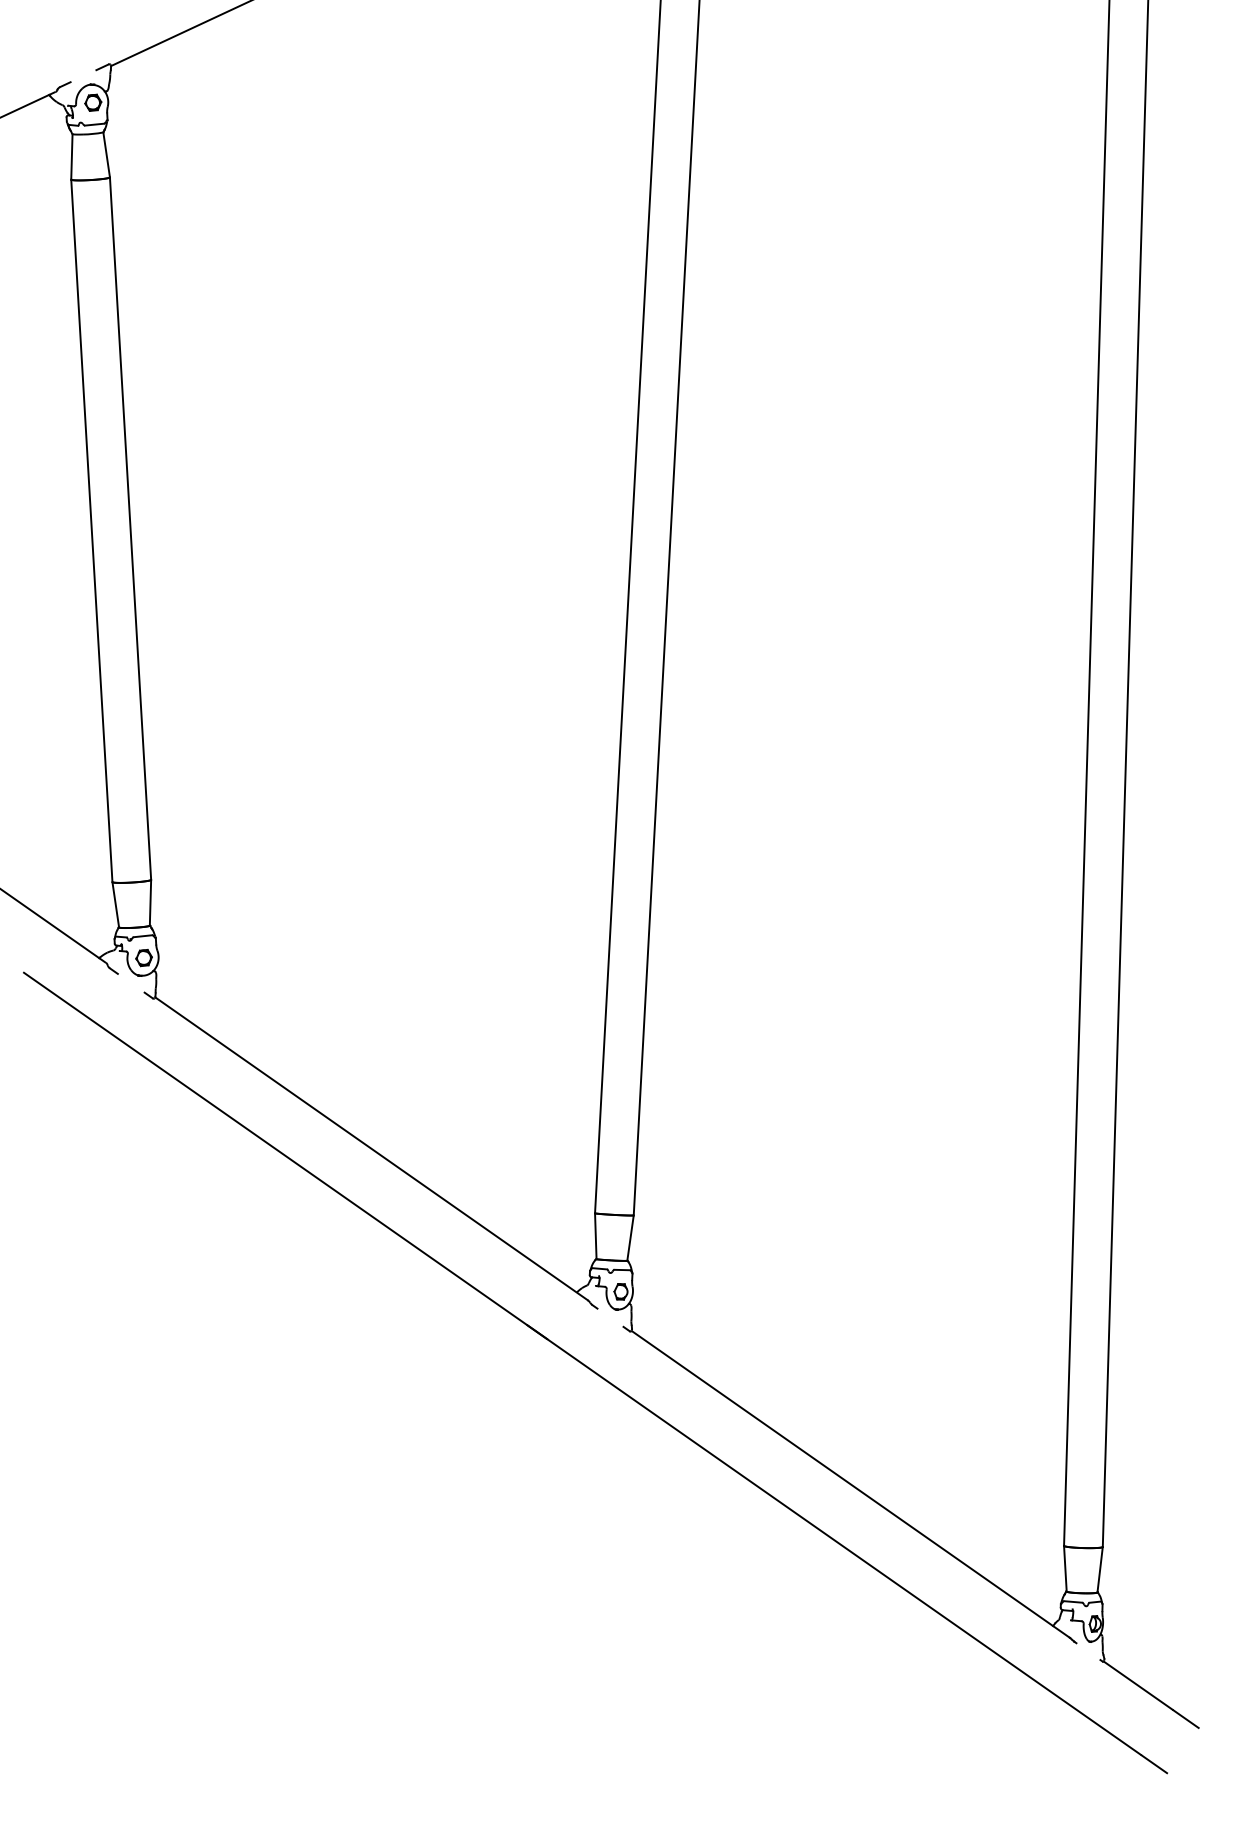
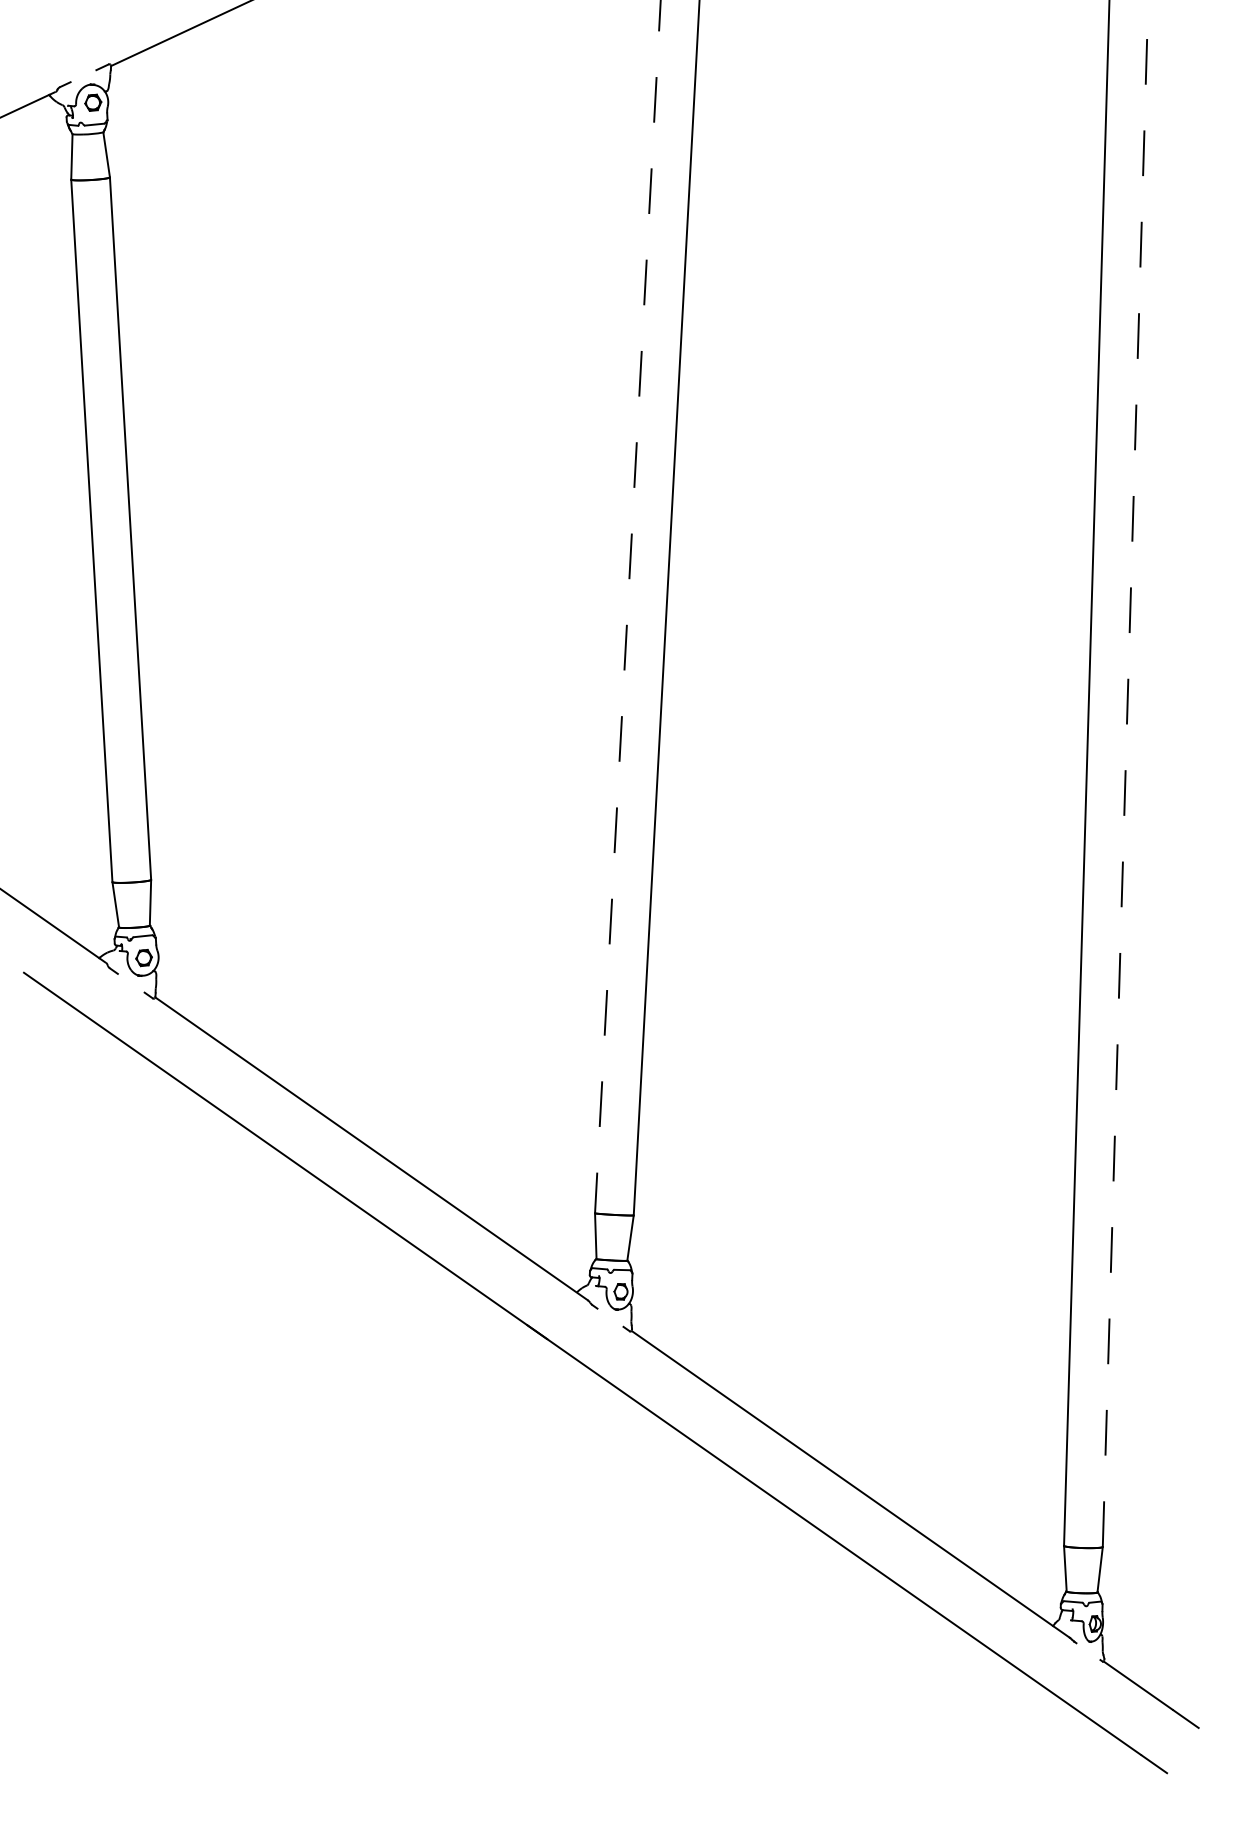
line at (627, 607): solid -> dashed
line at (1125, 773): solid -> dashed
